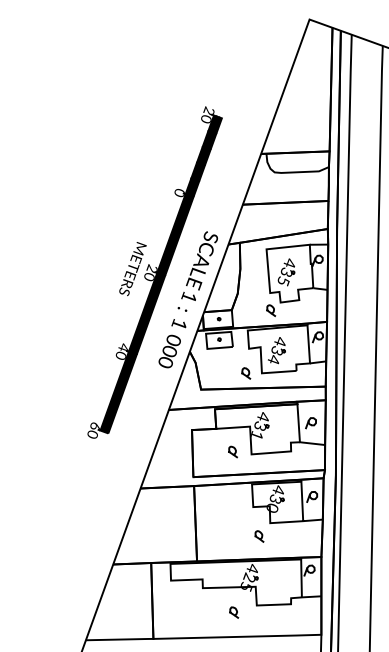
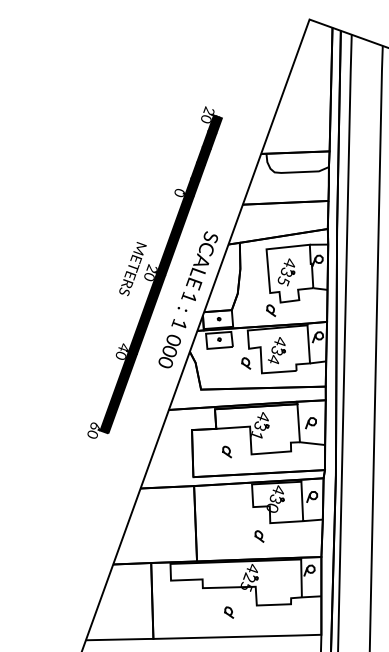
part at (246, 373) position: (246, 373) -> (246, 363)
part at (232, 451) position: (232, 451) -> (226, 451)
part at (234, 612) position: (234, 612) -> (229, 612)
